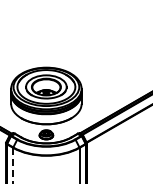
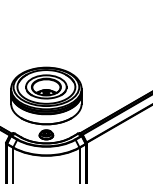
line at (13, 165): dashed -> solid
